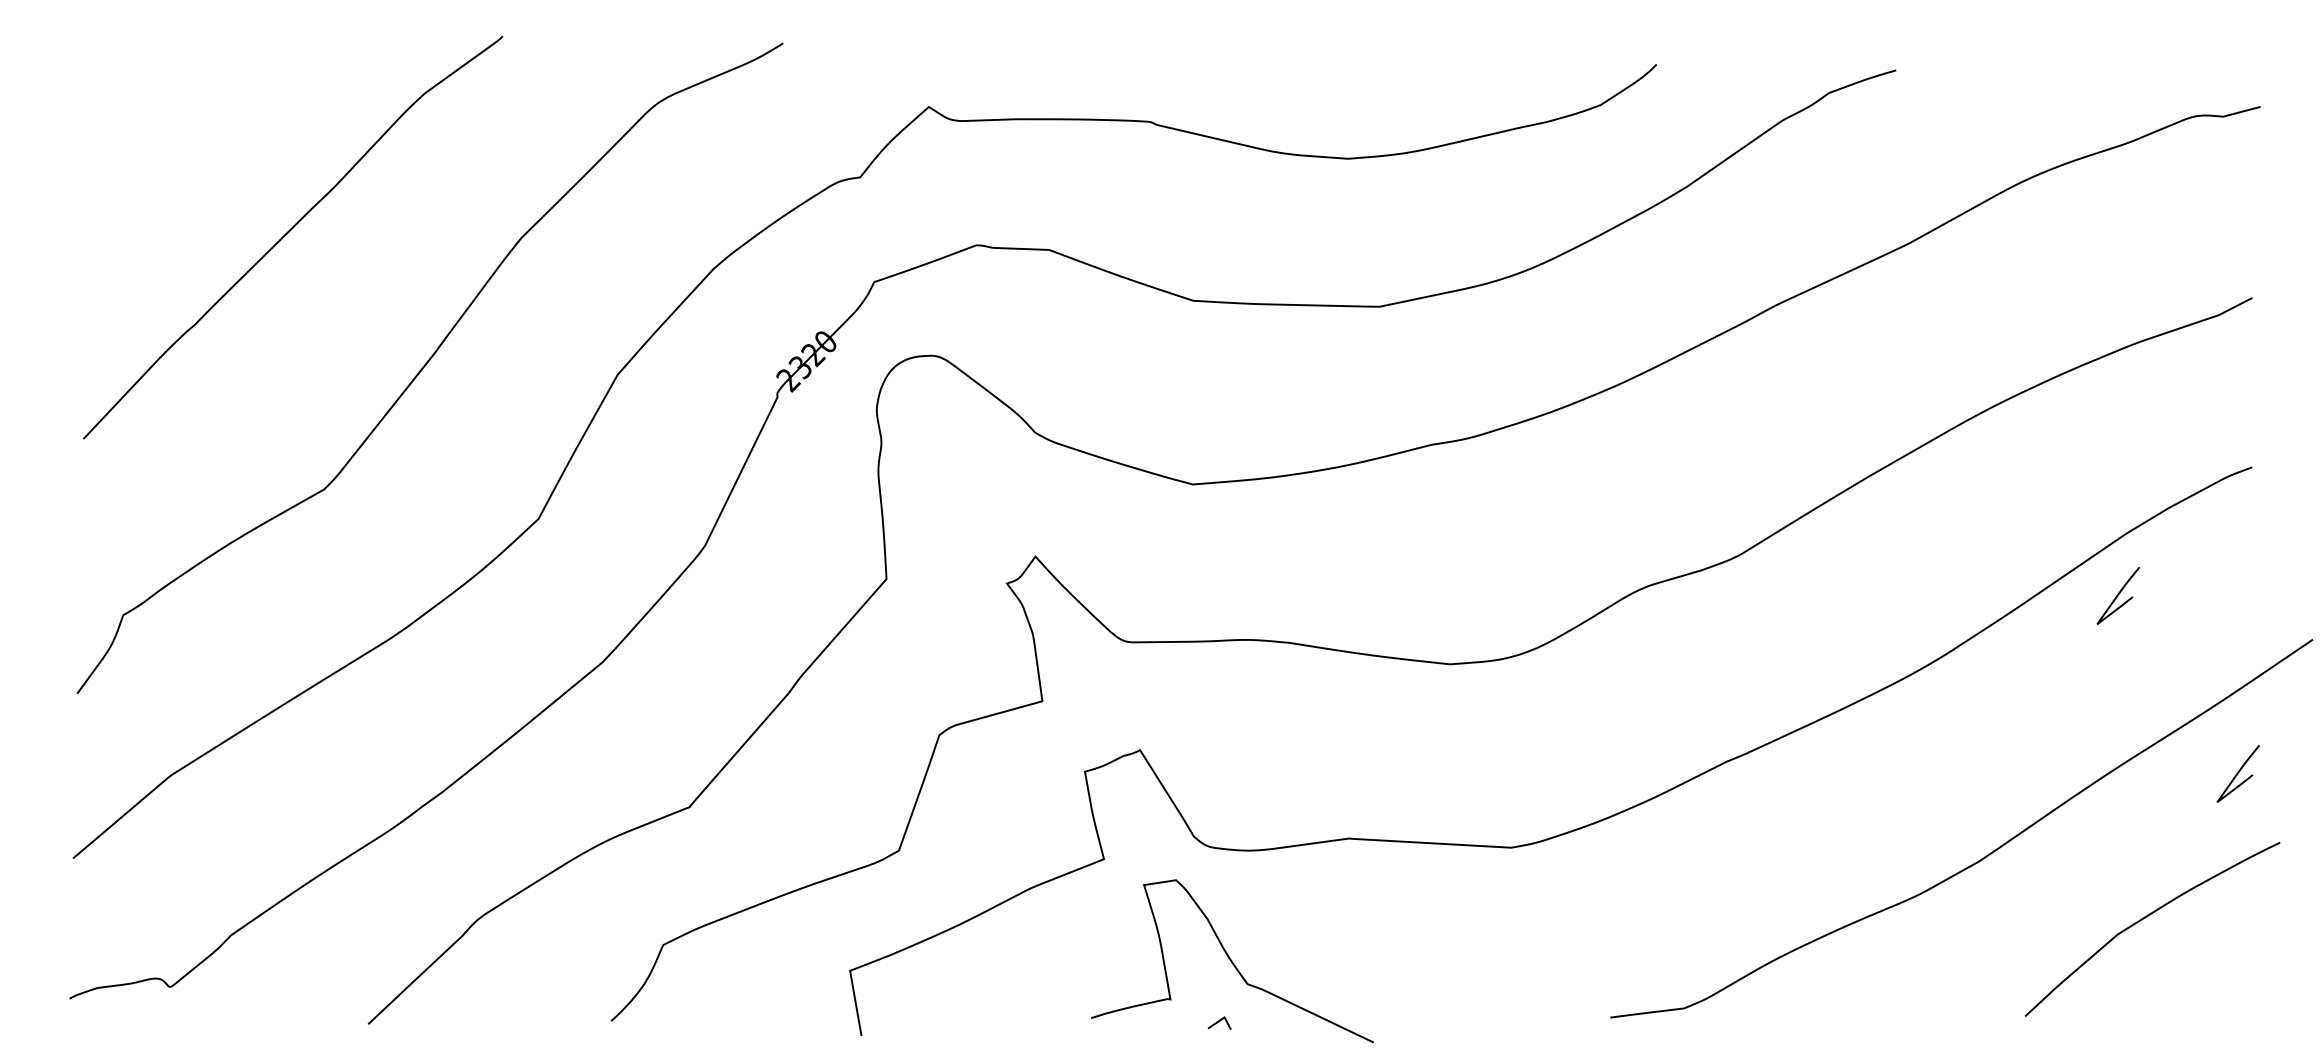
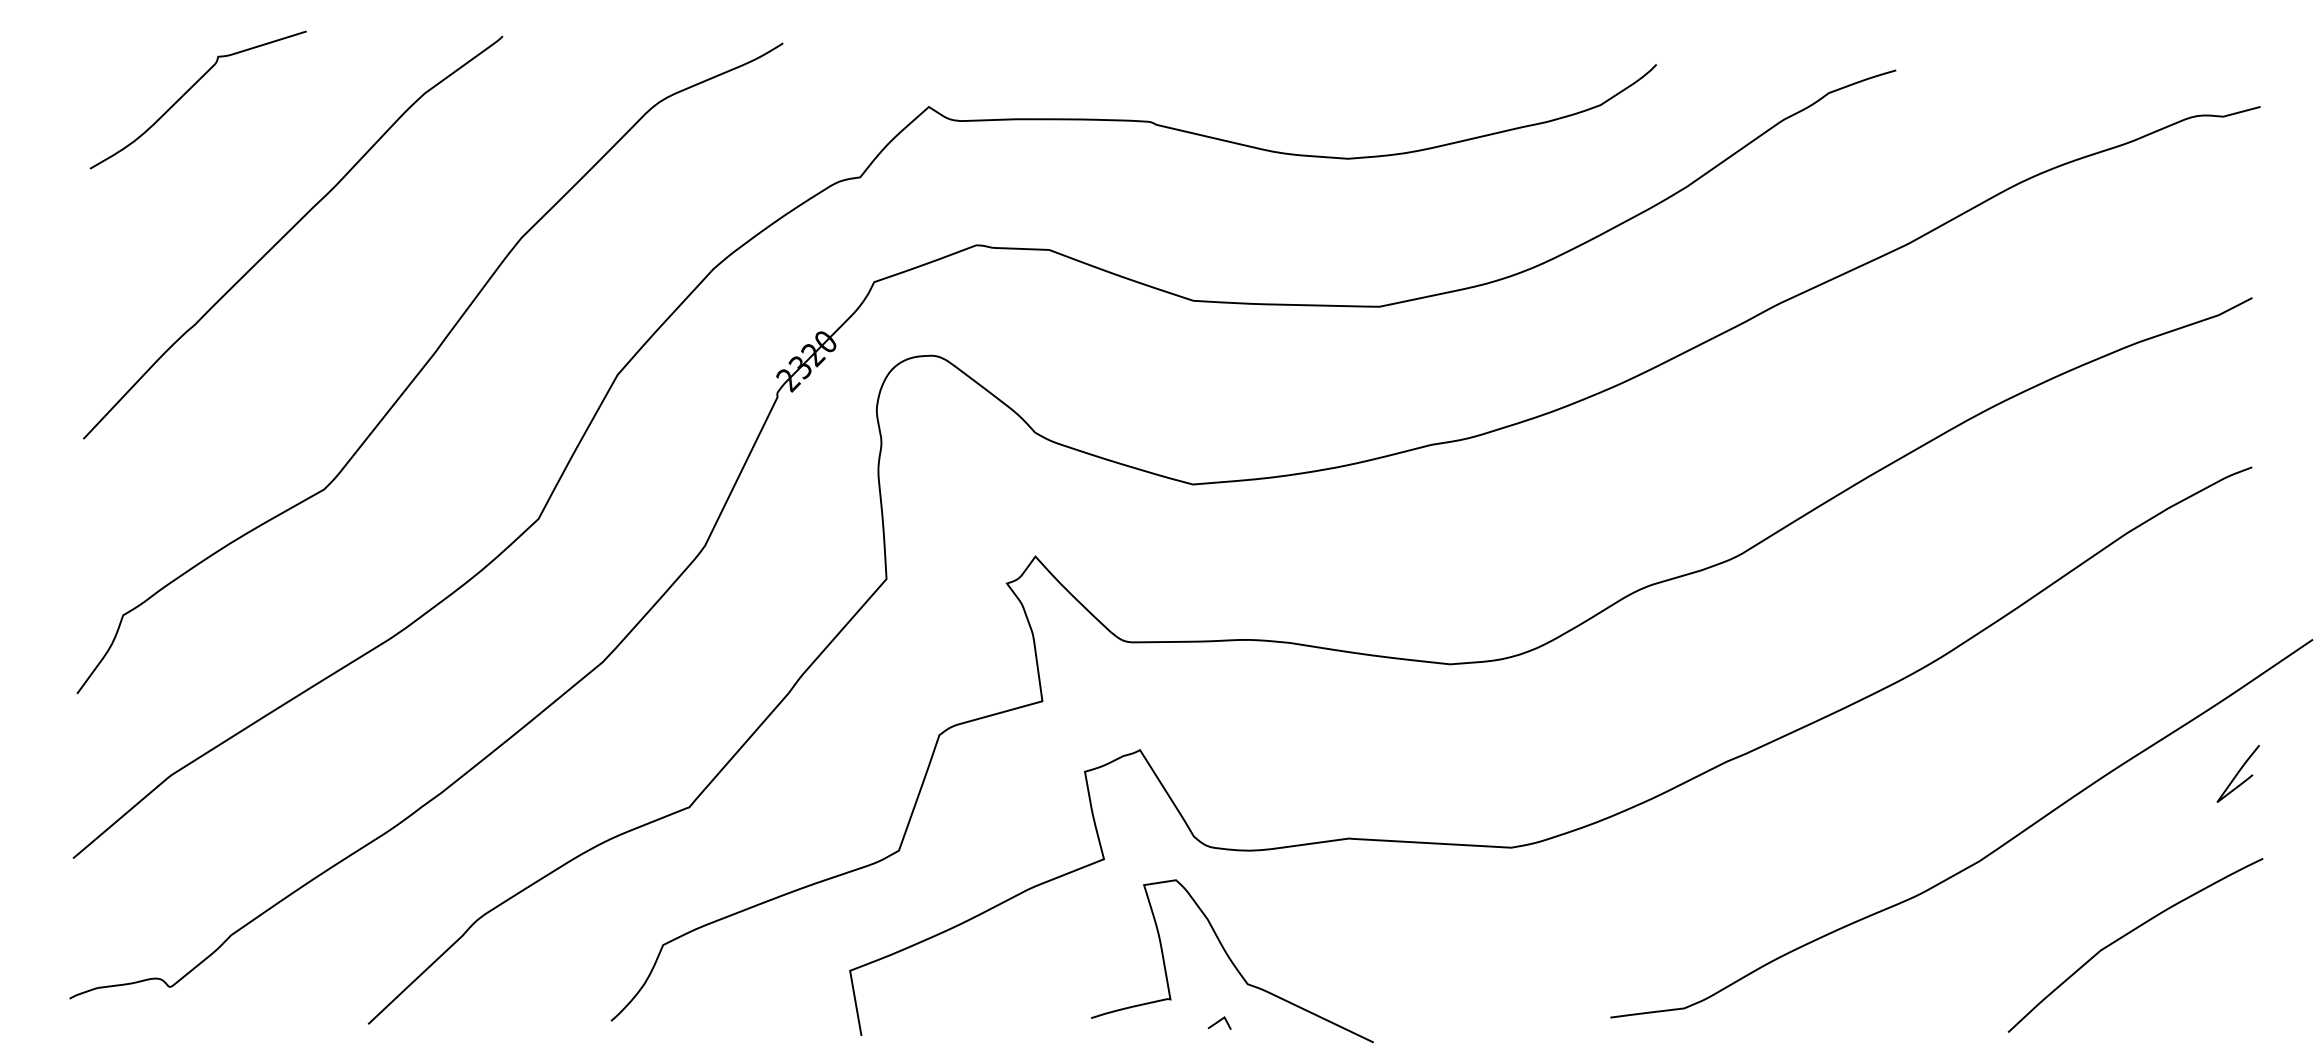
curve at (189, 90): none -> present
curve at (2117, 595): present -> none
curve at (2147, 917) position: (2147, 917) -> (2130, 933)
